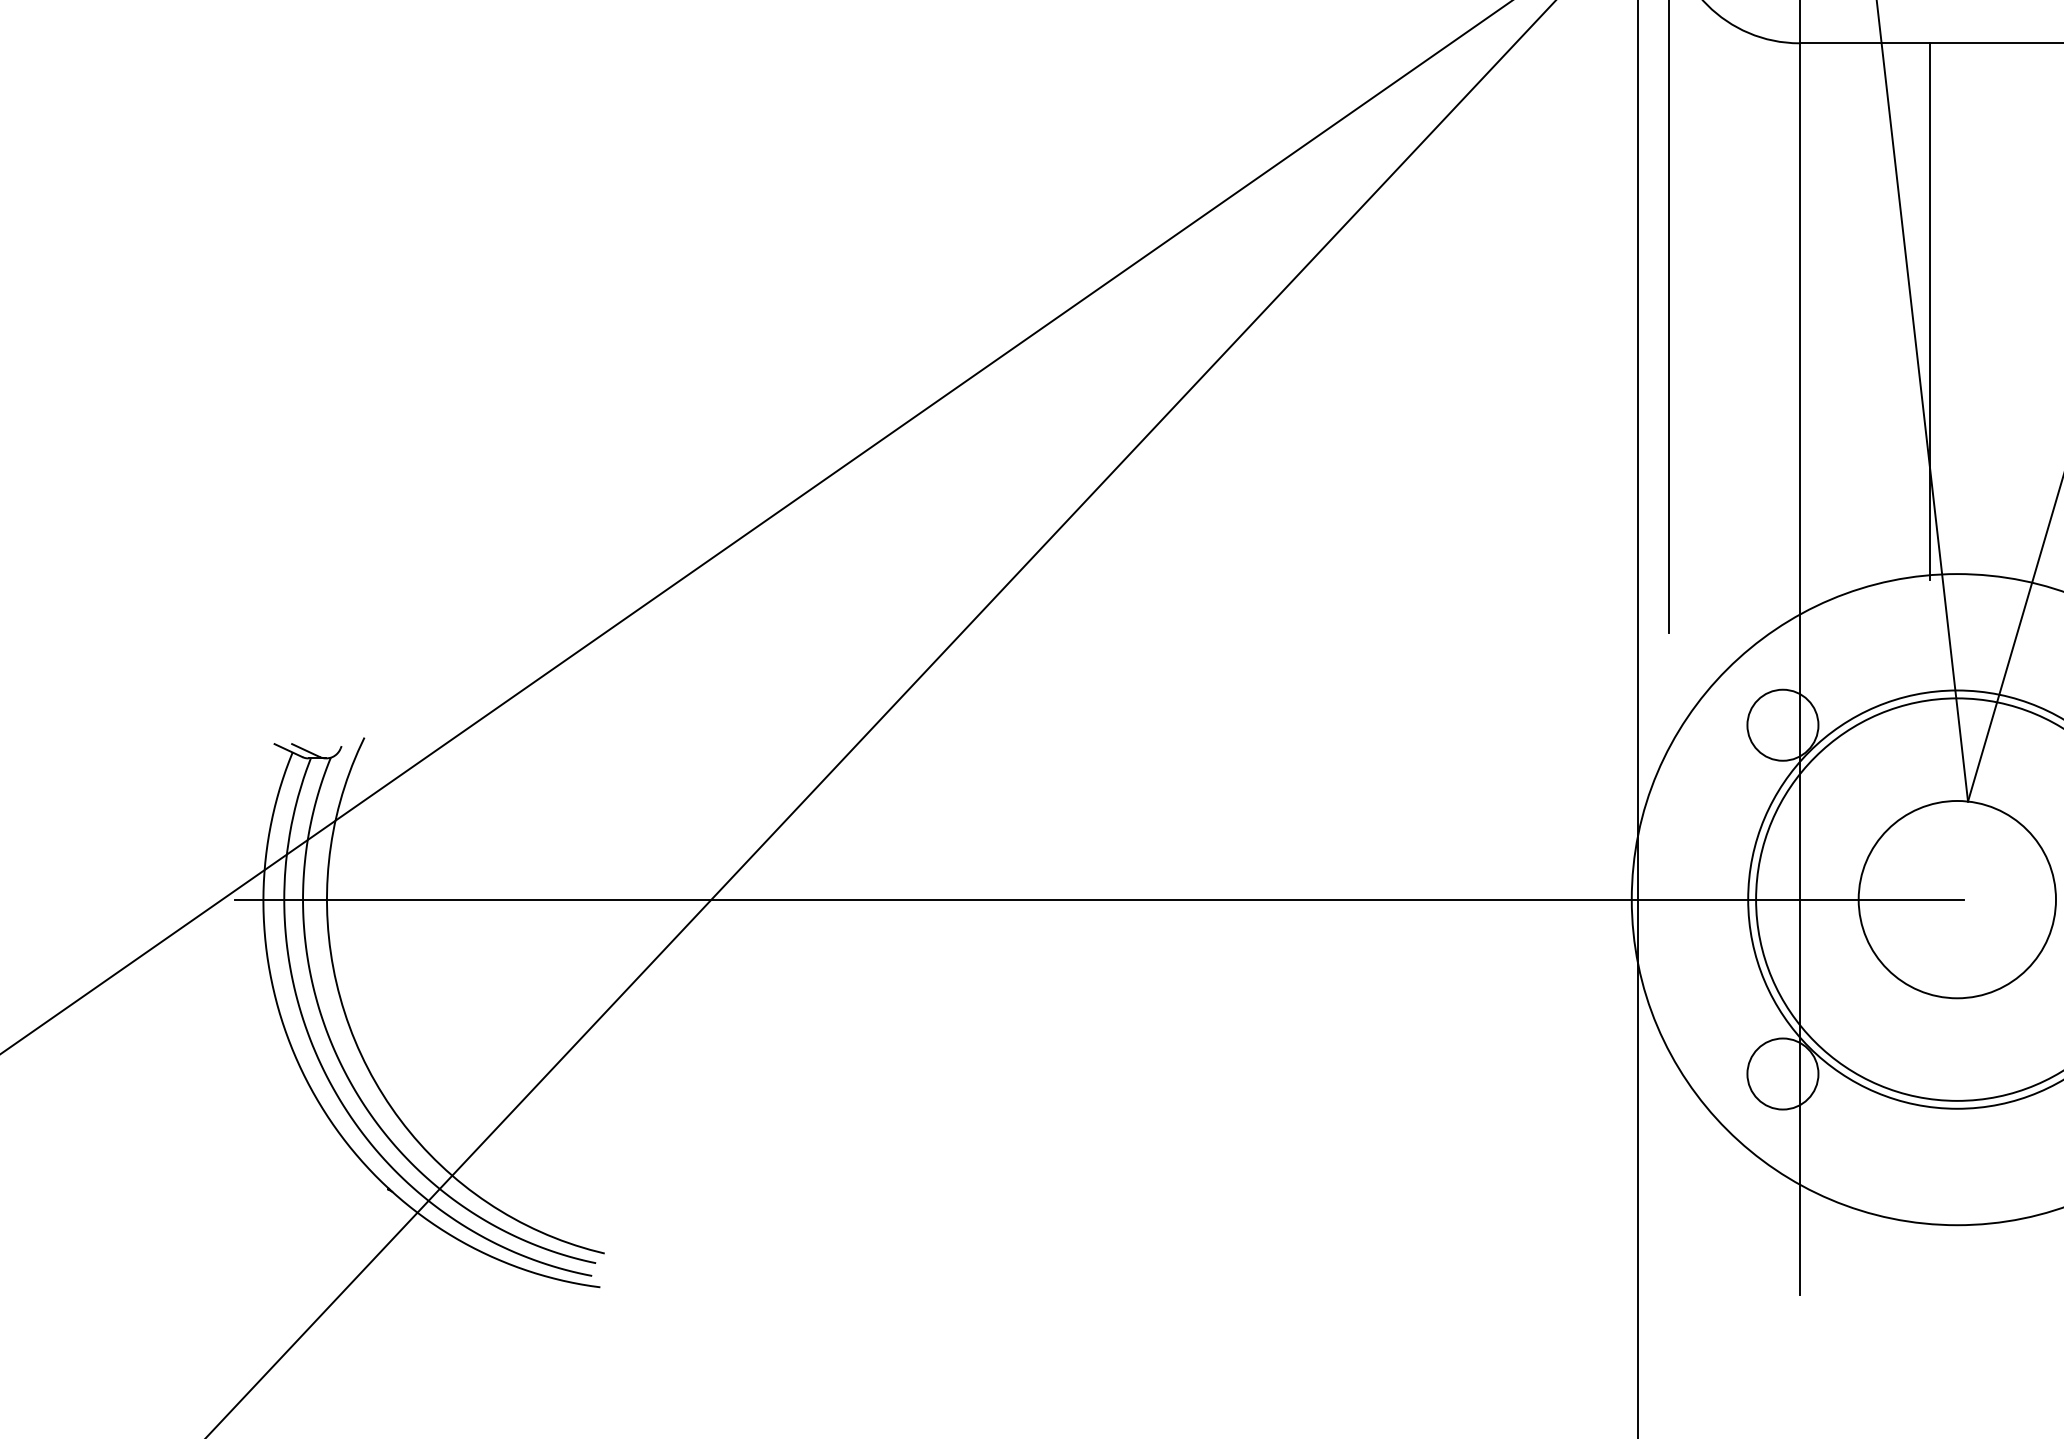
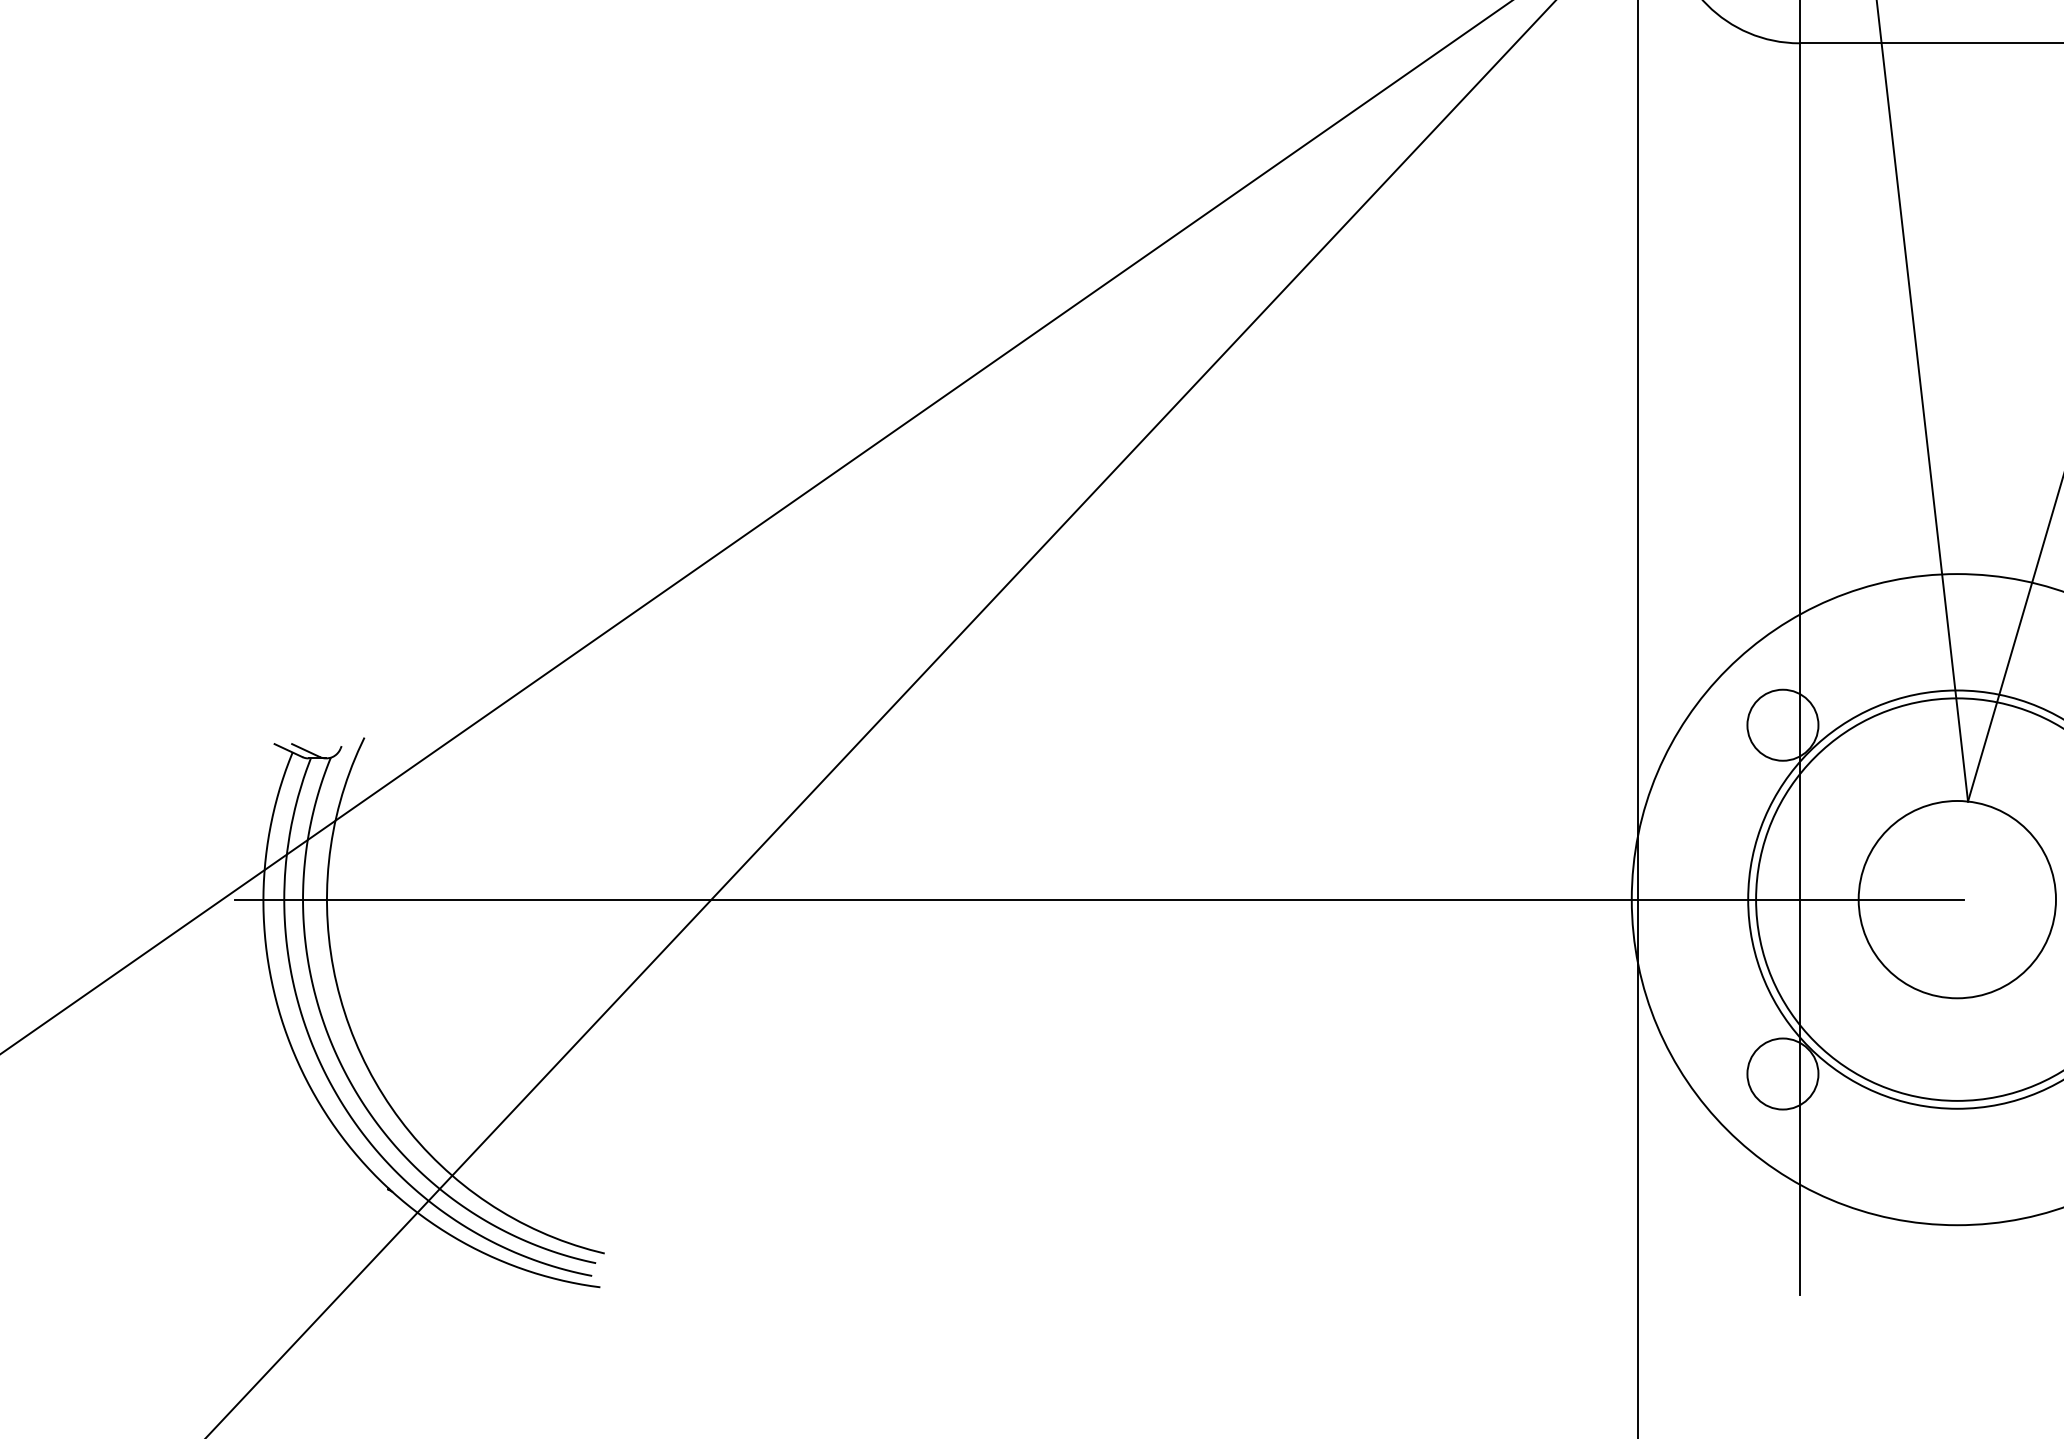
line at (1929, 311): present -> none
line at (1669, 317): present -> none
